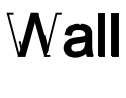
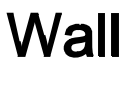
fill at (14, 34): none -> present
fill at (53, 34): none -> present
